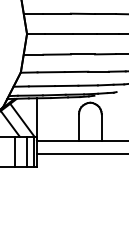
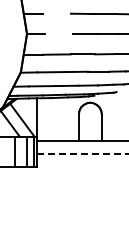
line at (56, 13): present -> none
line at (59, 34): present -> none
line at (82, 154): solid -> dashed
